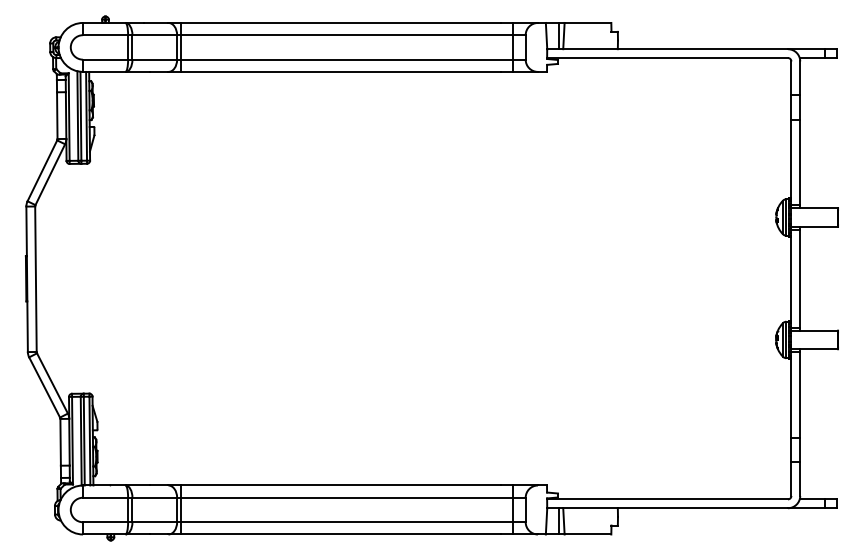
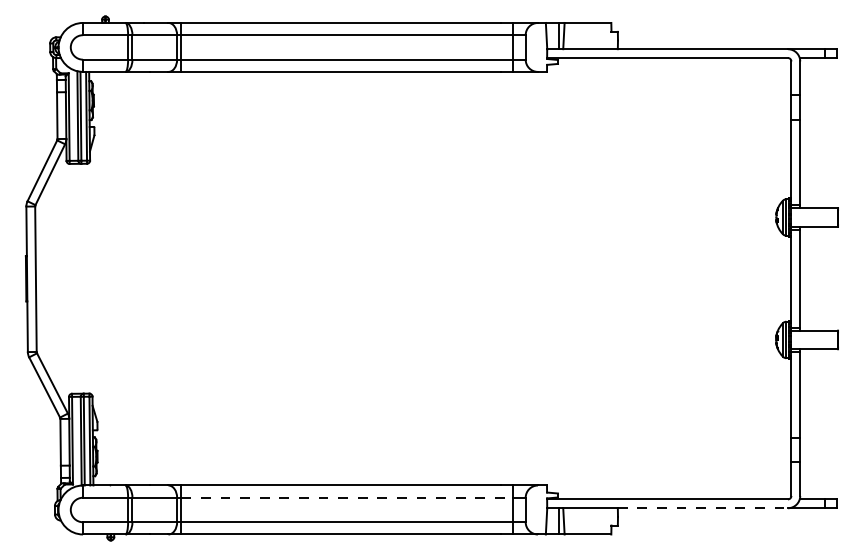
line at (347, 497): solid -> dashed
line at (703, 508): solid -> dashed
